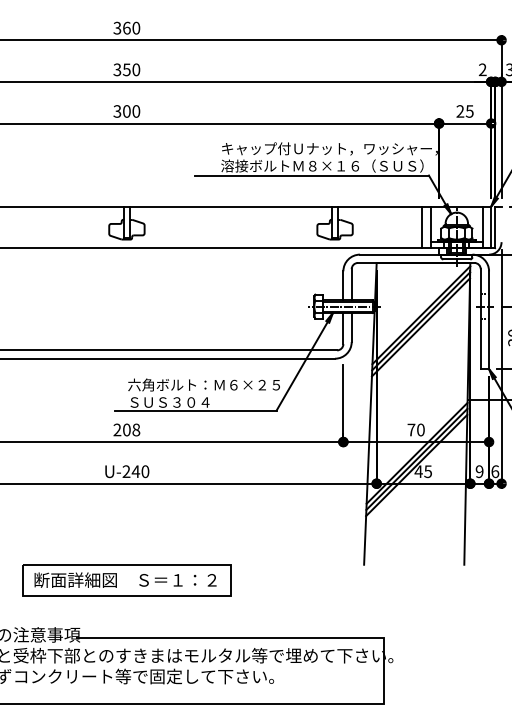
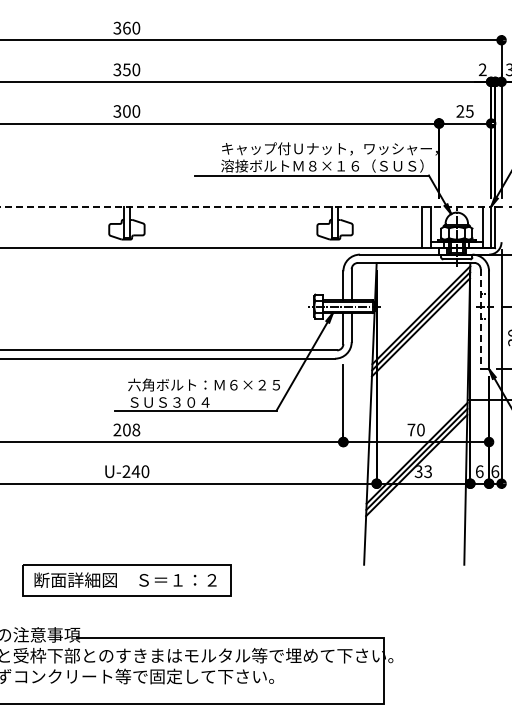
line at (246, 206): solid -> dashed
line at (480, 319): solid -> dashed
text at (422, 471): 45 -> 33
text at (479, 471): 9 -> 6
